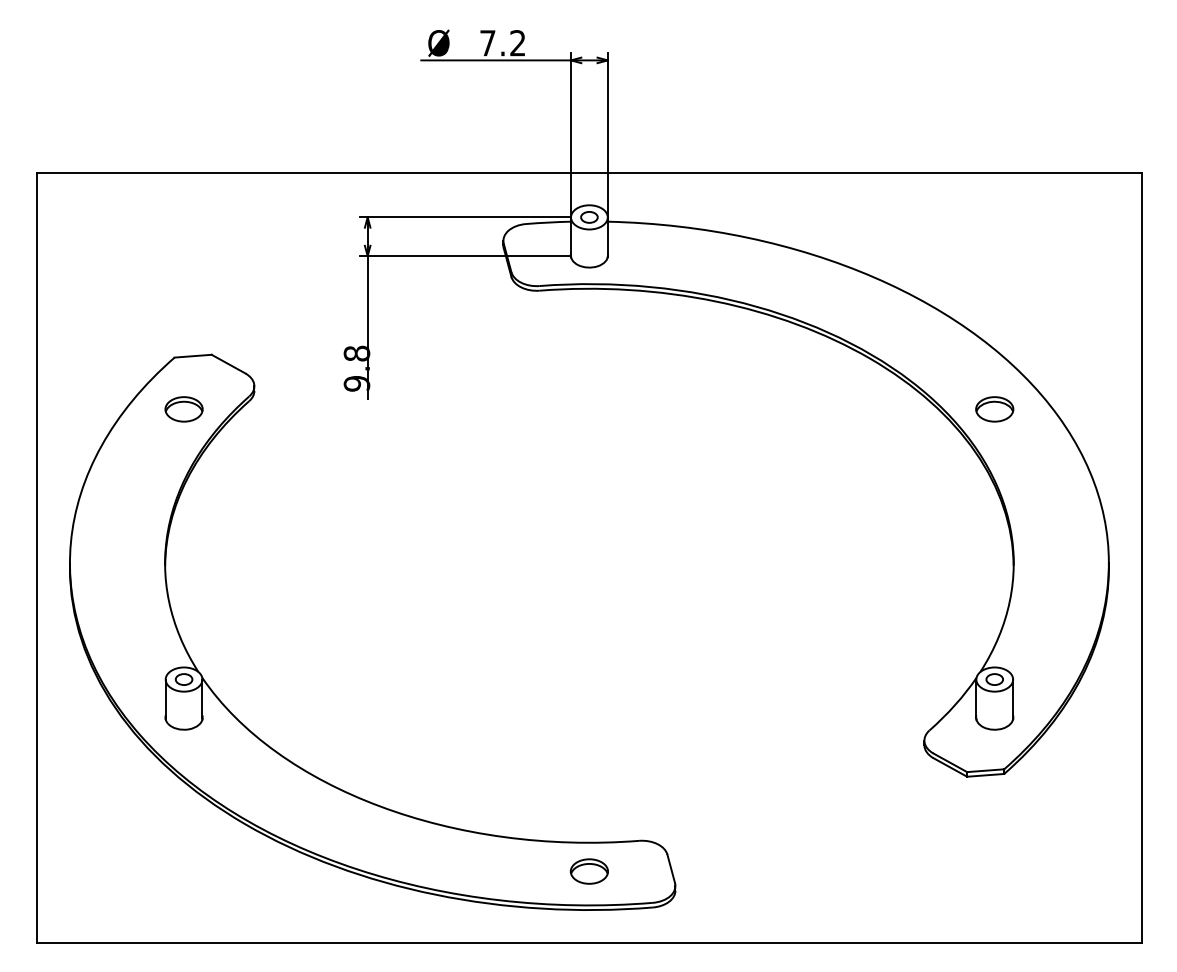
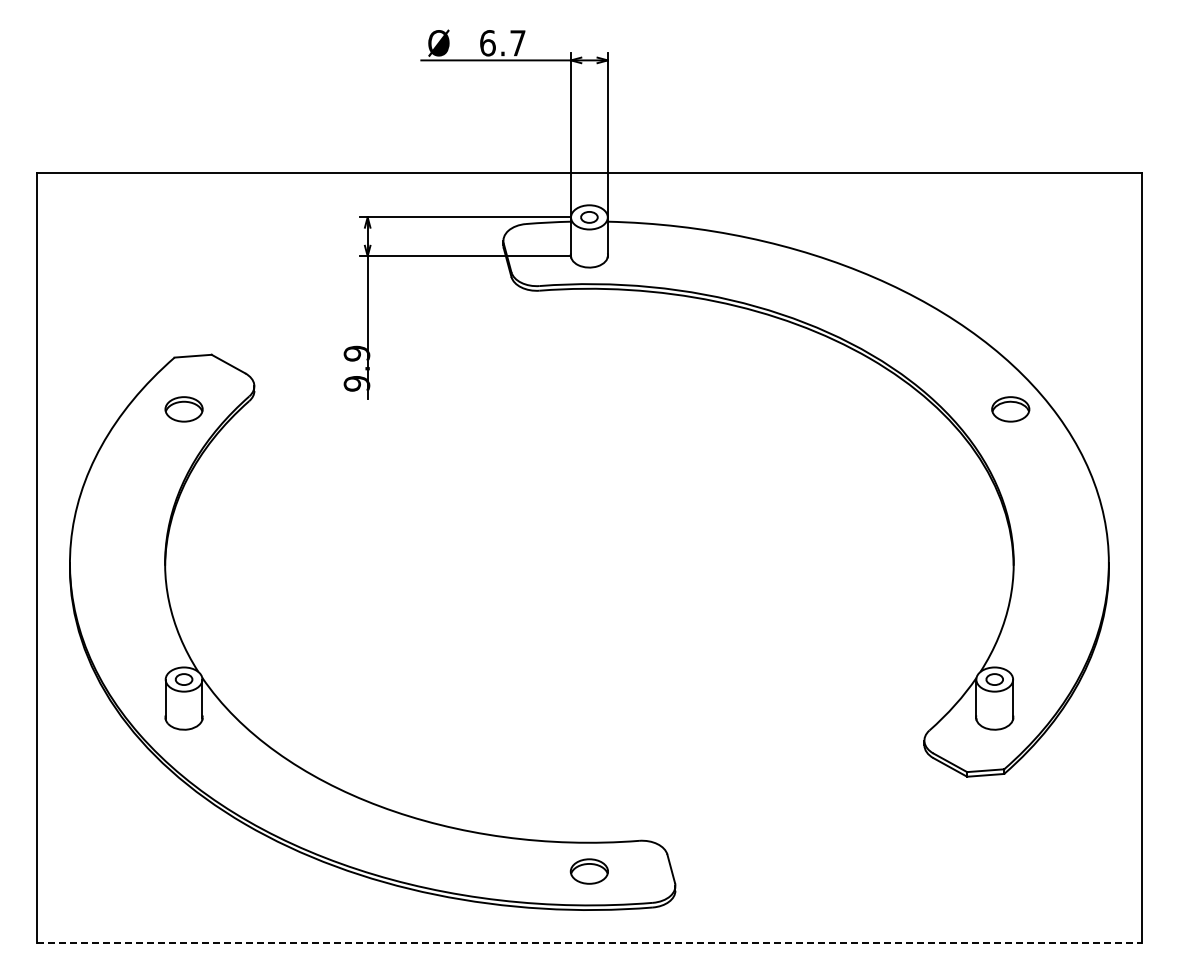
text at (502, 43): 7.2 -> 6.7
text at (356, 353): 9.8 -> 9.9
part at (994, 409) position: (994, 409) -> (1010, 409)
line at (589, 942): solid -> dashed
